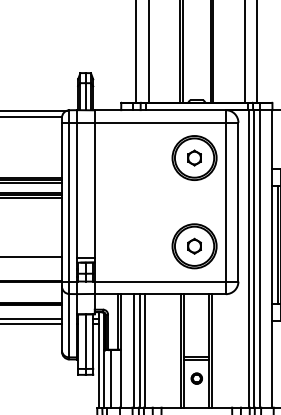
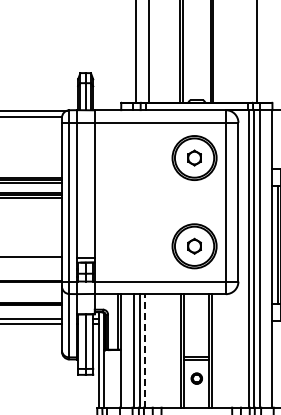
line at (244, 52): present -> none
line at (145, 350): solid -> dashed
line at (110, 378): present -> none
